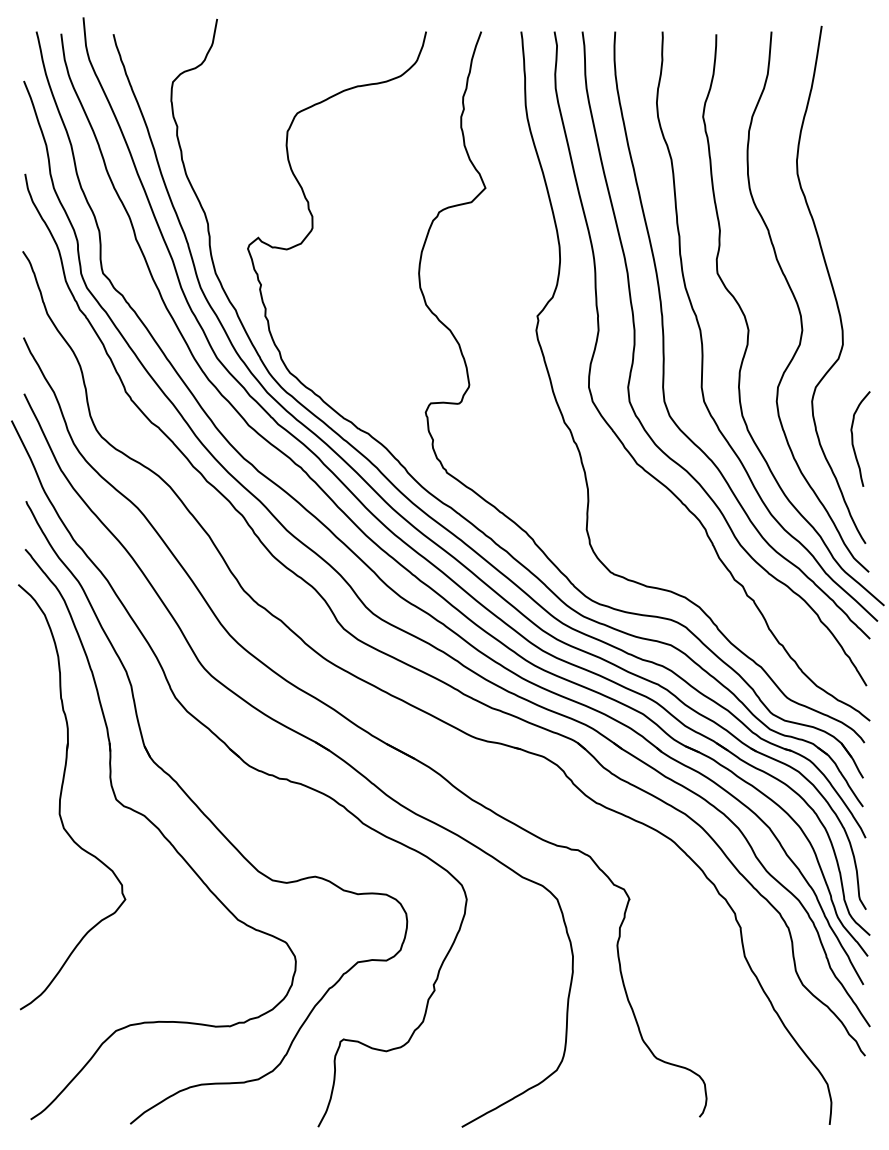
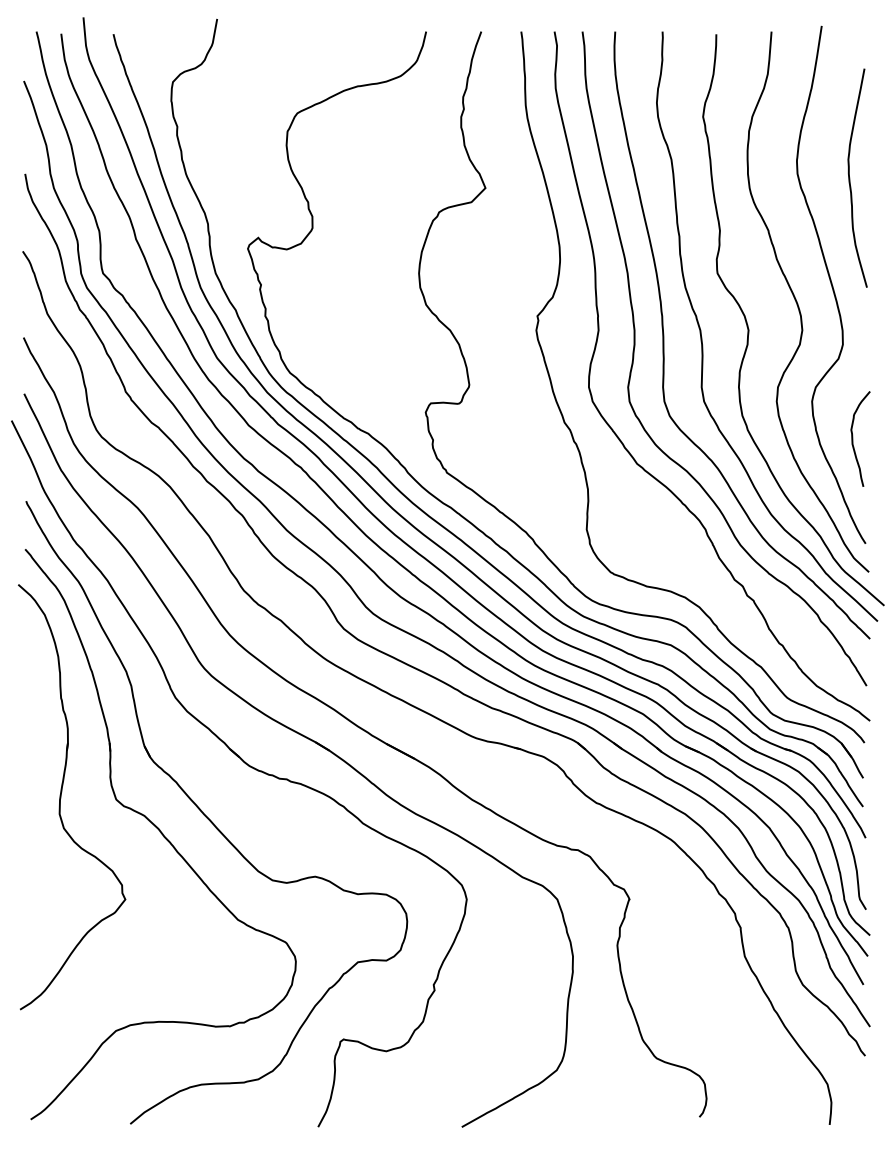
curve at (850, 177): none -> present
